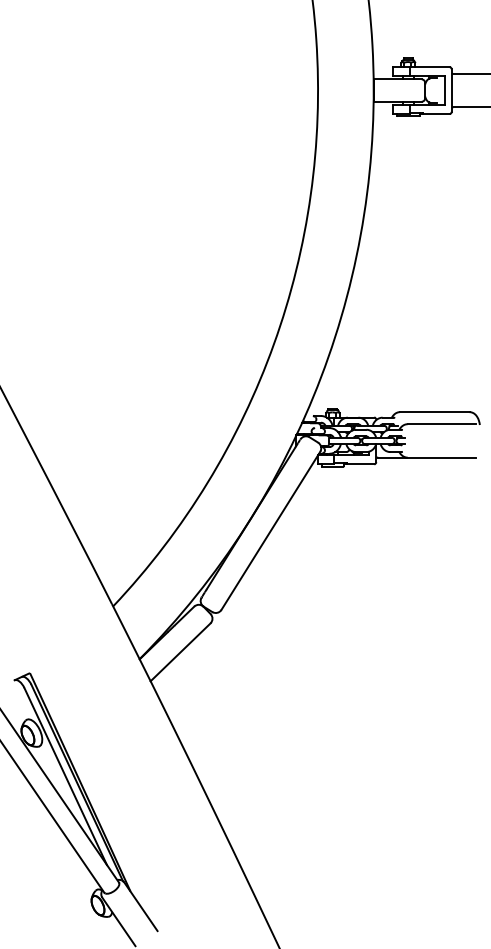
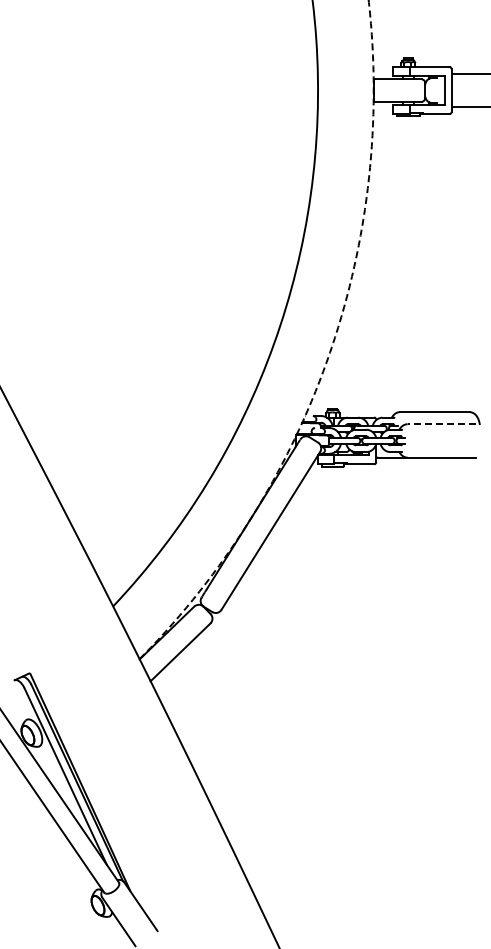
arc at (329, 355): solid -> dashed
line at (441, 424): solid -> dashed
